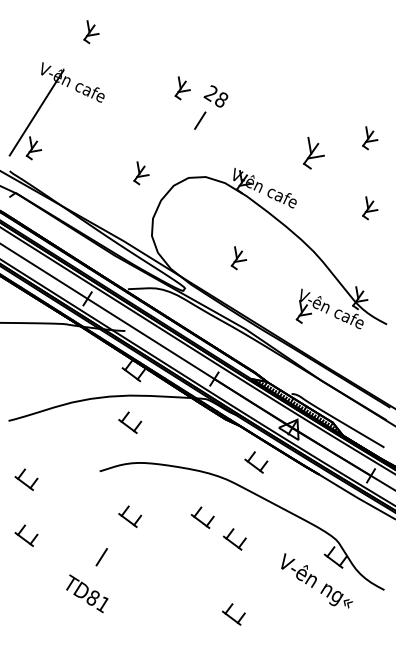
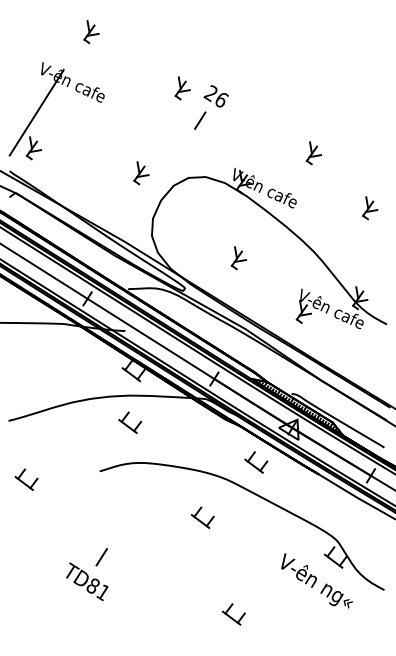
text at (221, 99): 28 -> 26
part at (370, 138): present -> none
part at (313, 153) size: 22x33 px -> 18x25 px
part at (130, 516): present -> none
part at (26, 535): present -> none
part at (234, 539): present -> none
text at (87, 593) position: (87, 593) -> (87, 581)
